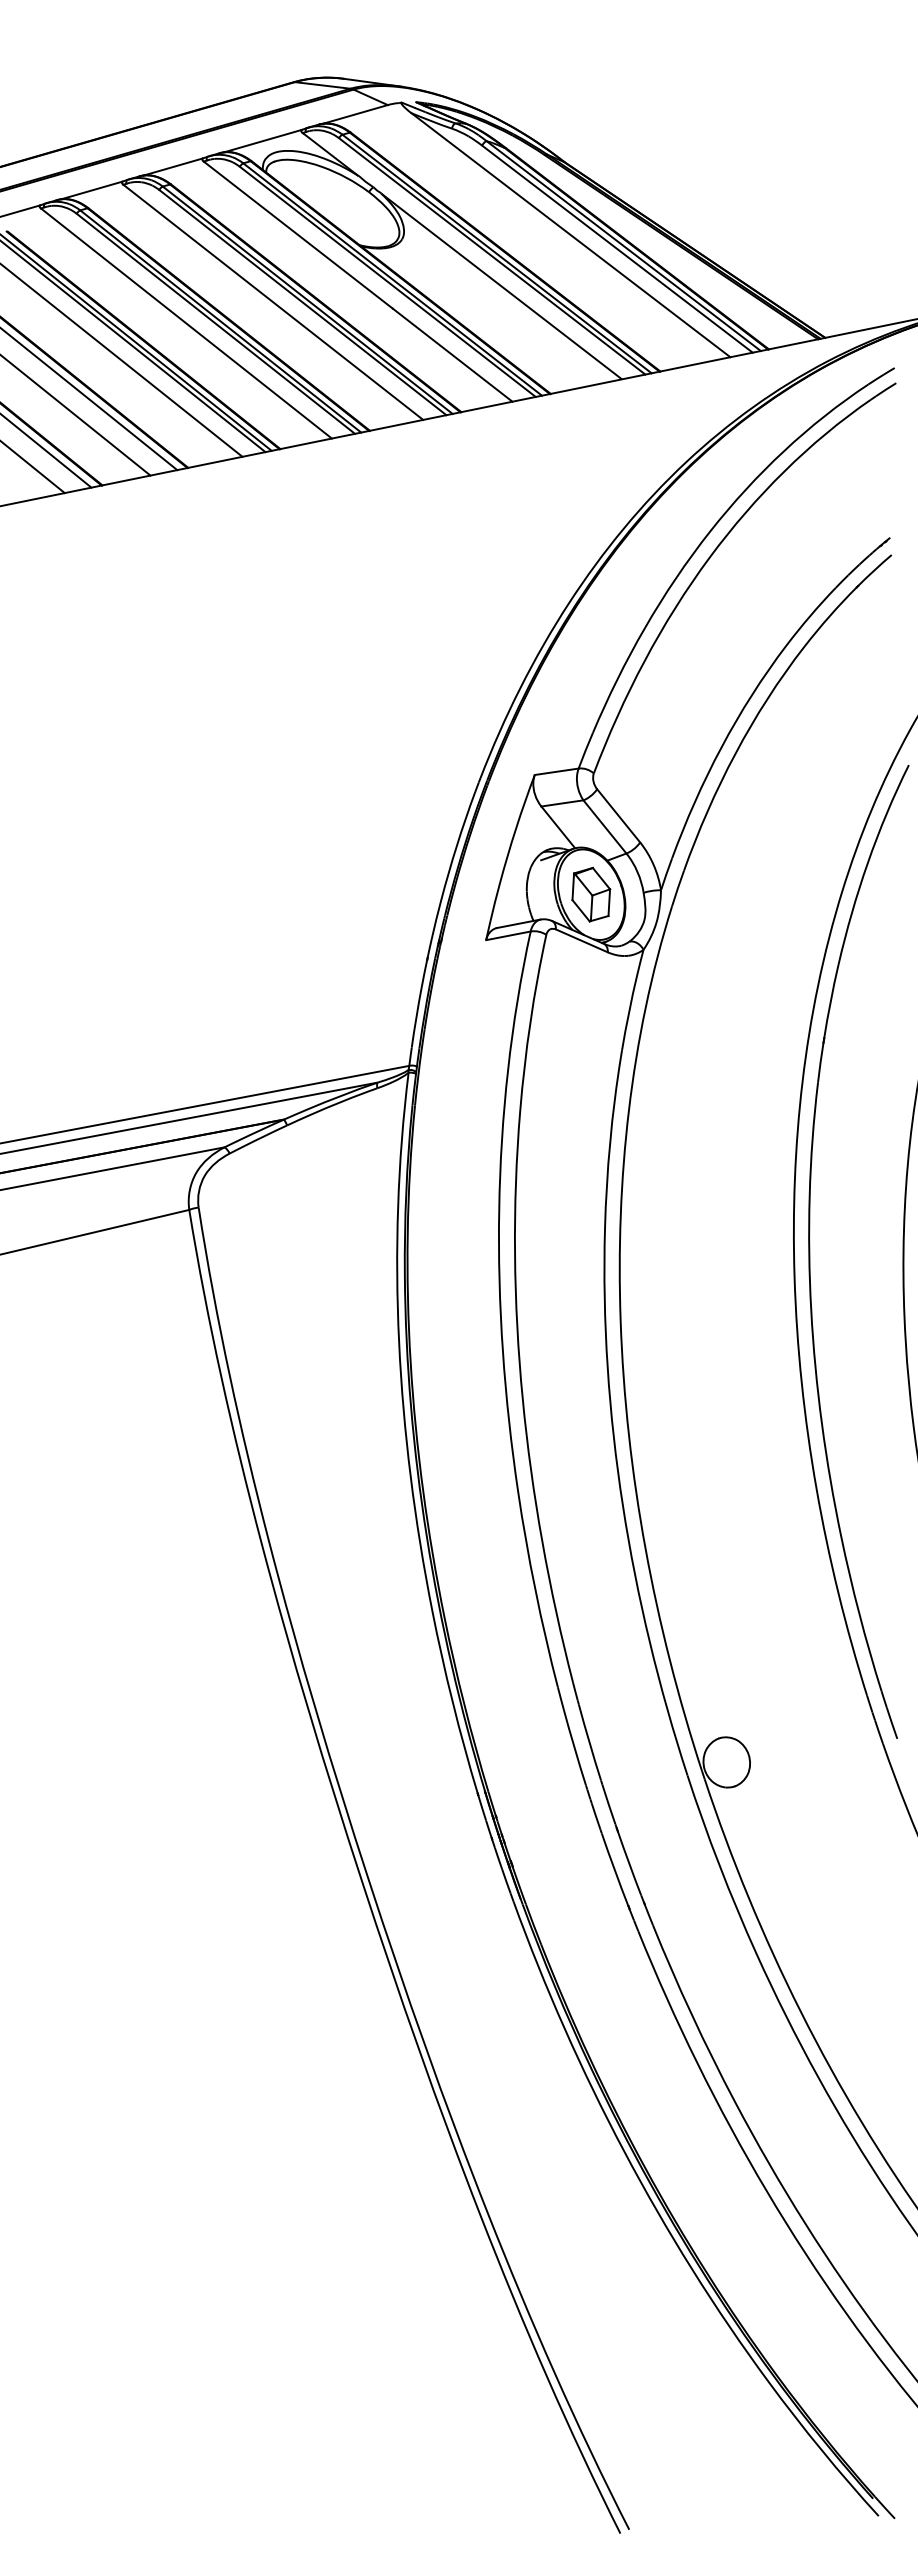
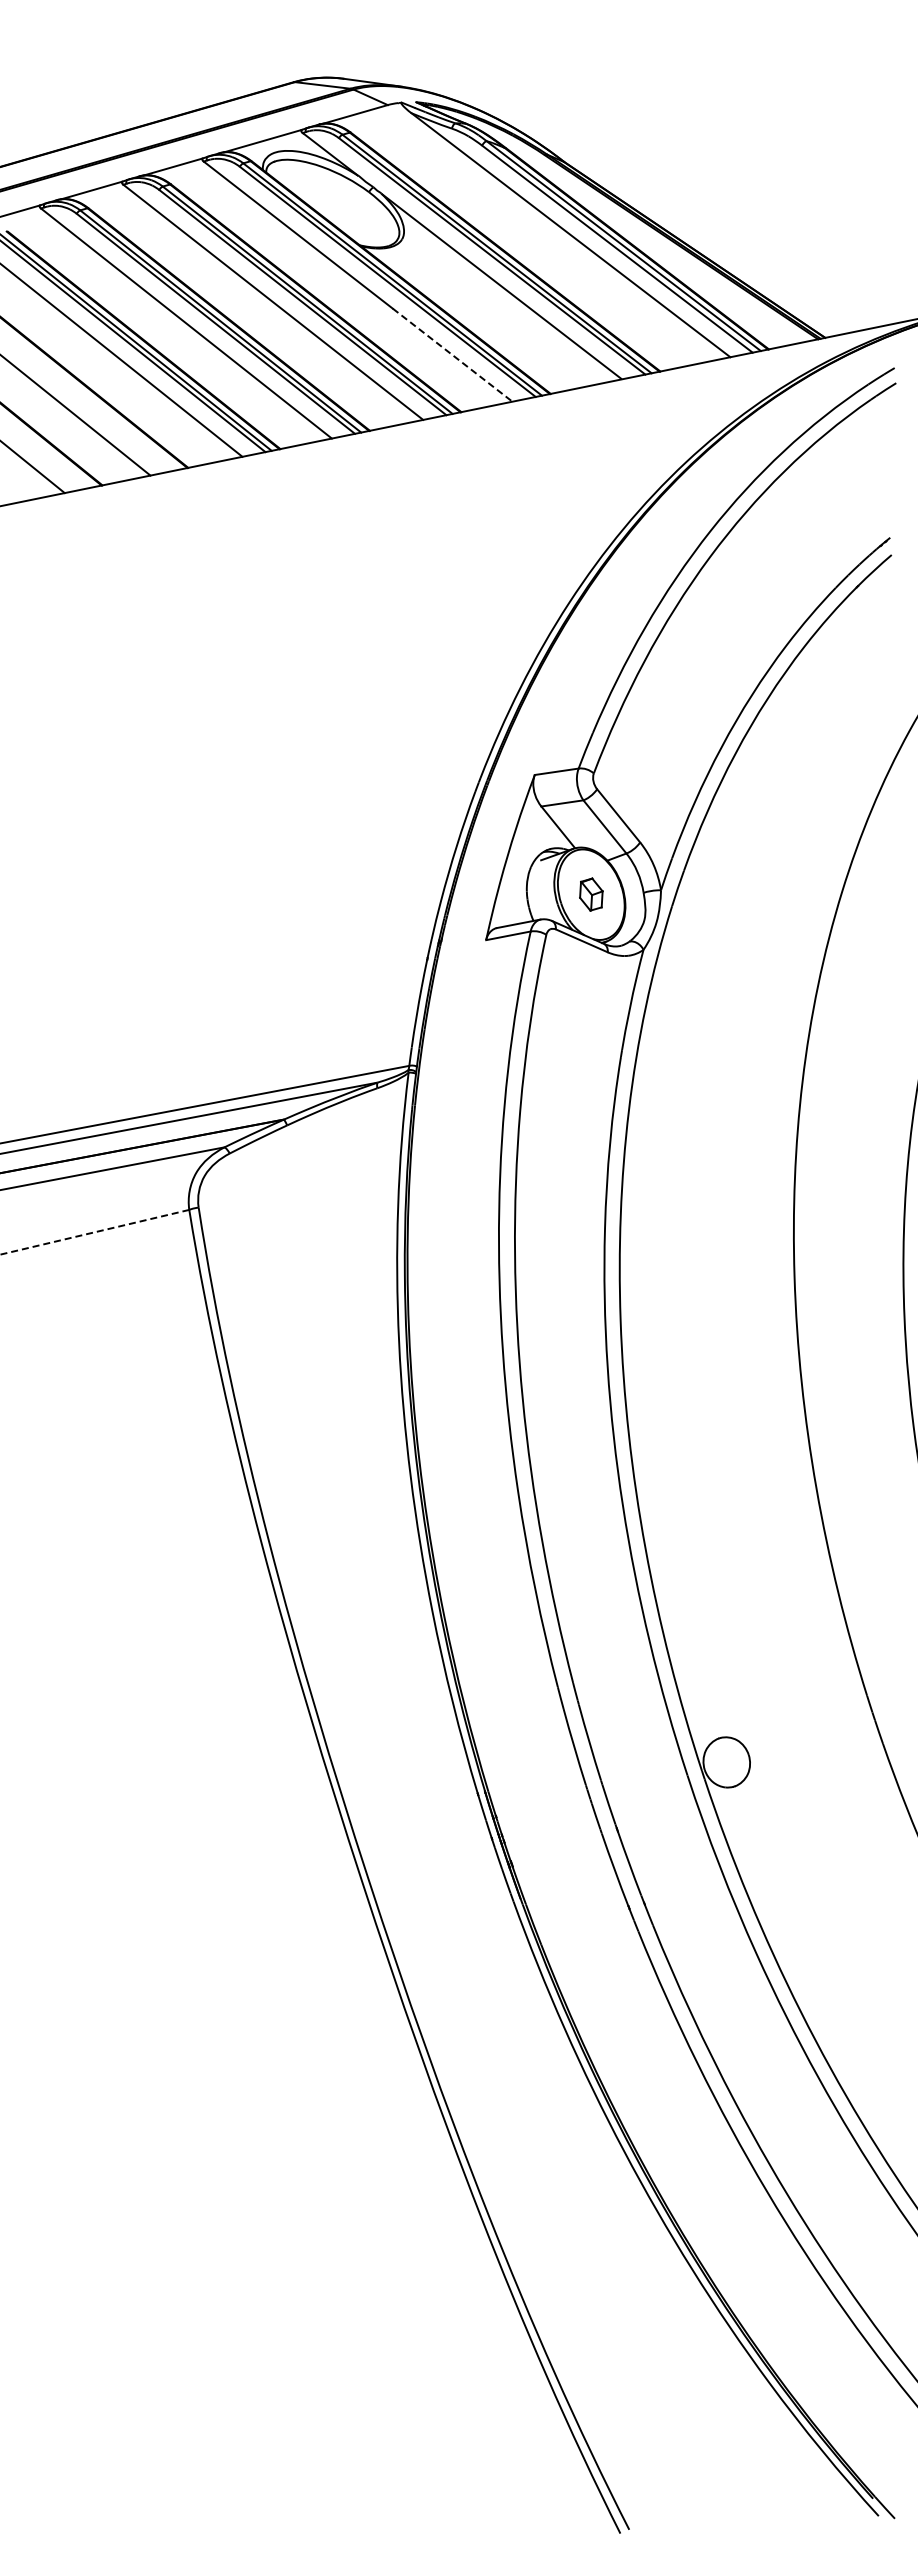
line at (452, 355): solid -> dashed
line at (89, 399): present -> none
line at (46, 451): present -> none
part at (591, 894) size: 41x57 px -> 25x35 px
line at (94, 1232): solid -> dashed
part at (810, 1251): present -> none
